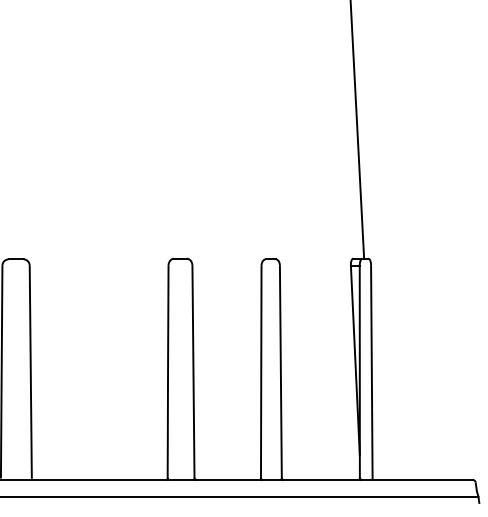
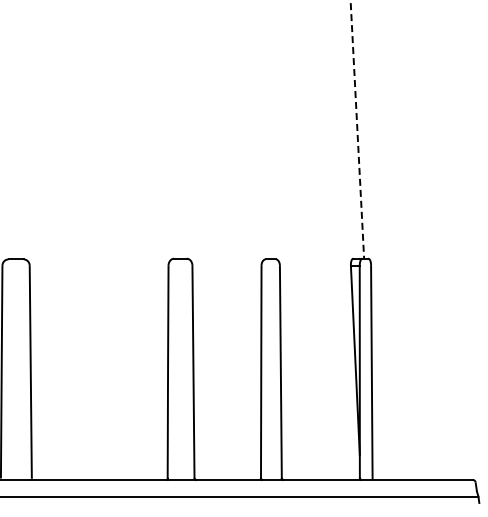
line at (357, 129): solid -> dashed
